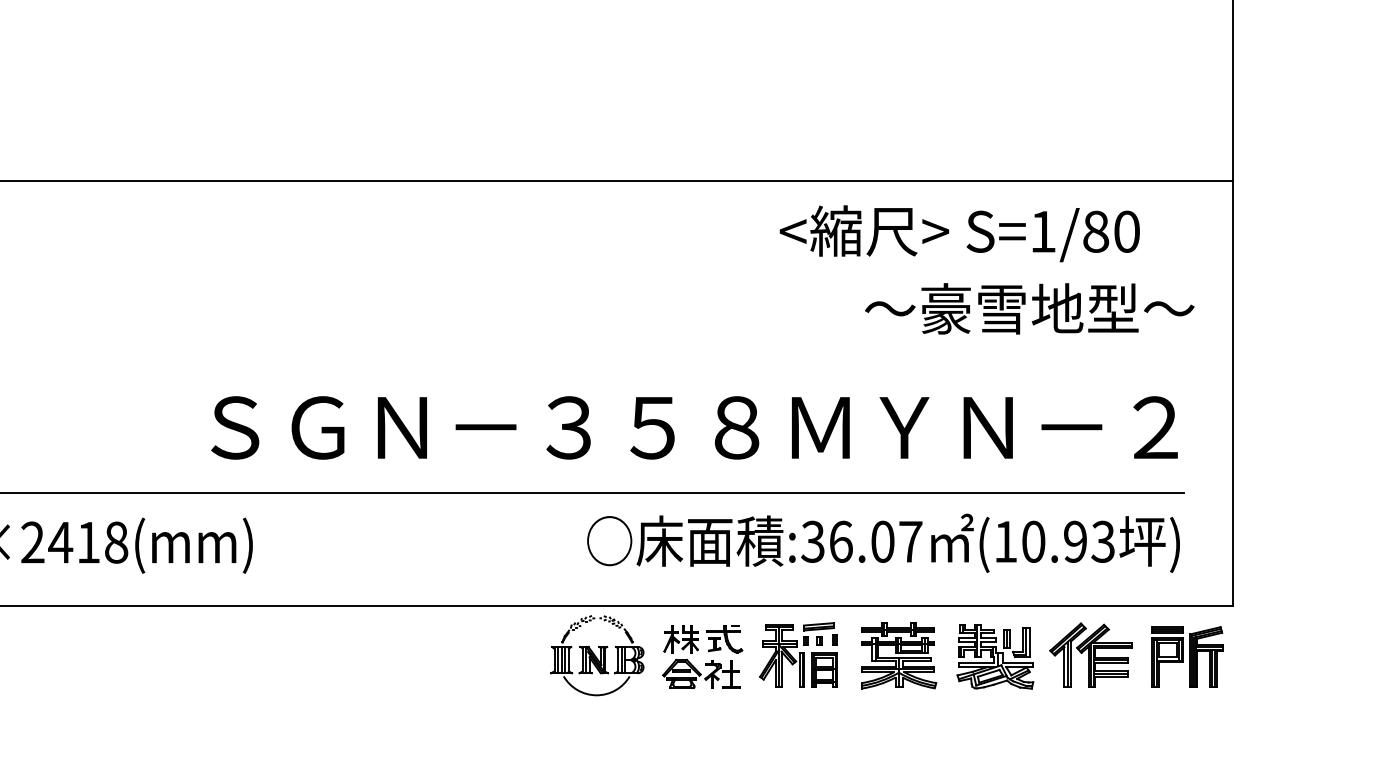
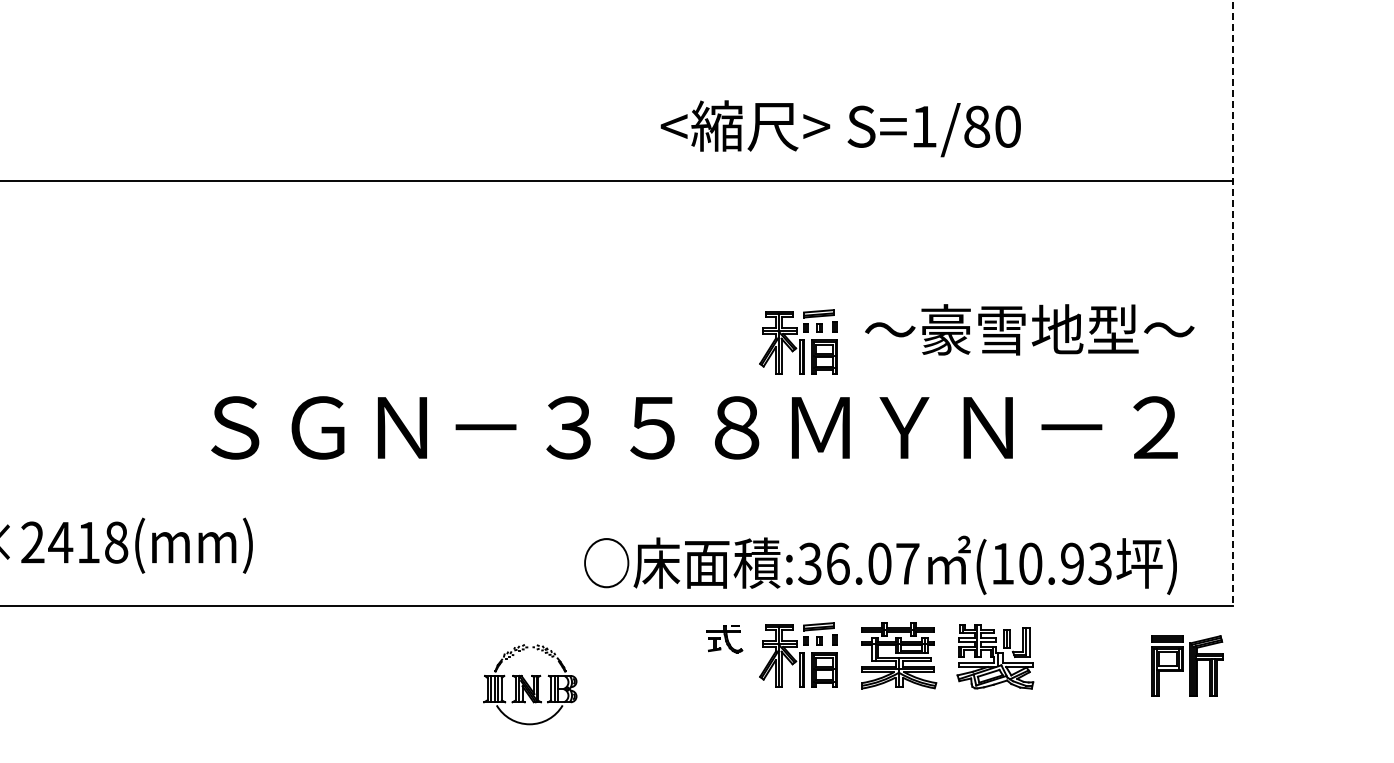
text at (959, 233) position: (959, 233) -> (840, 128)
line at (1233, 303): solid -> dashed
text at (1029, 308) position: (1029, 308) -> (1029, 329)
part at (798, 341): none -> present
line at (593, 493): present -> none
text at (883, 542) position: (883, 542) -> (880, 564)
part at (697, 651): present -> none
part at (1090, 654): present -> none
part at (597, 655) position: (597, 655) -> (530, 684)
part at (1187, 656) position: (1187, 656) -> (1187, 665)
